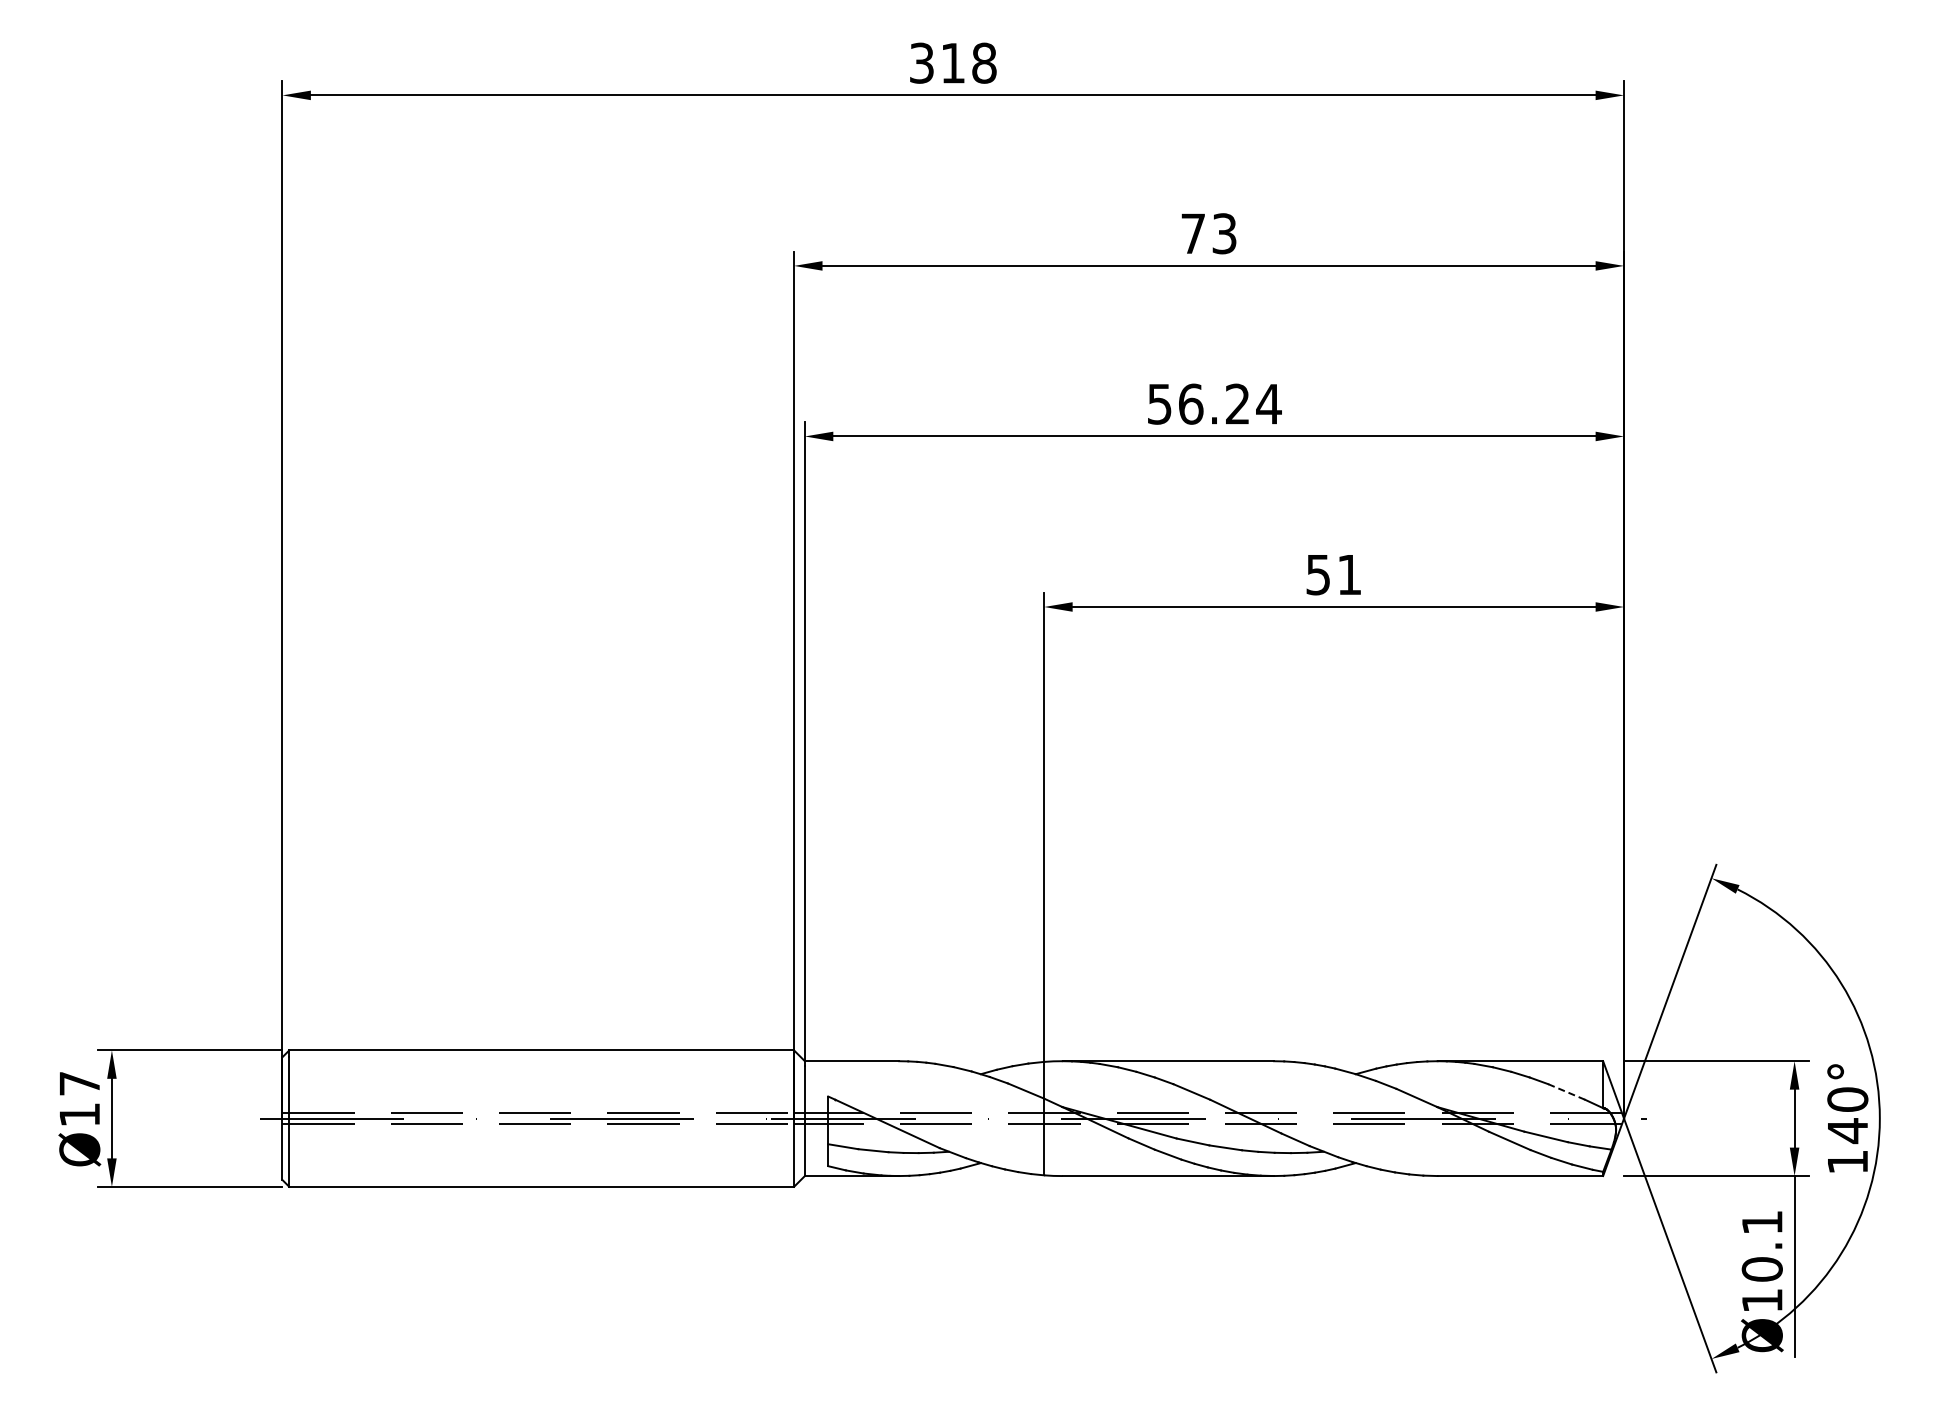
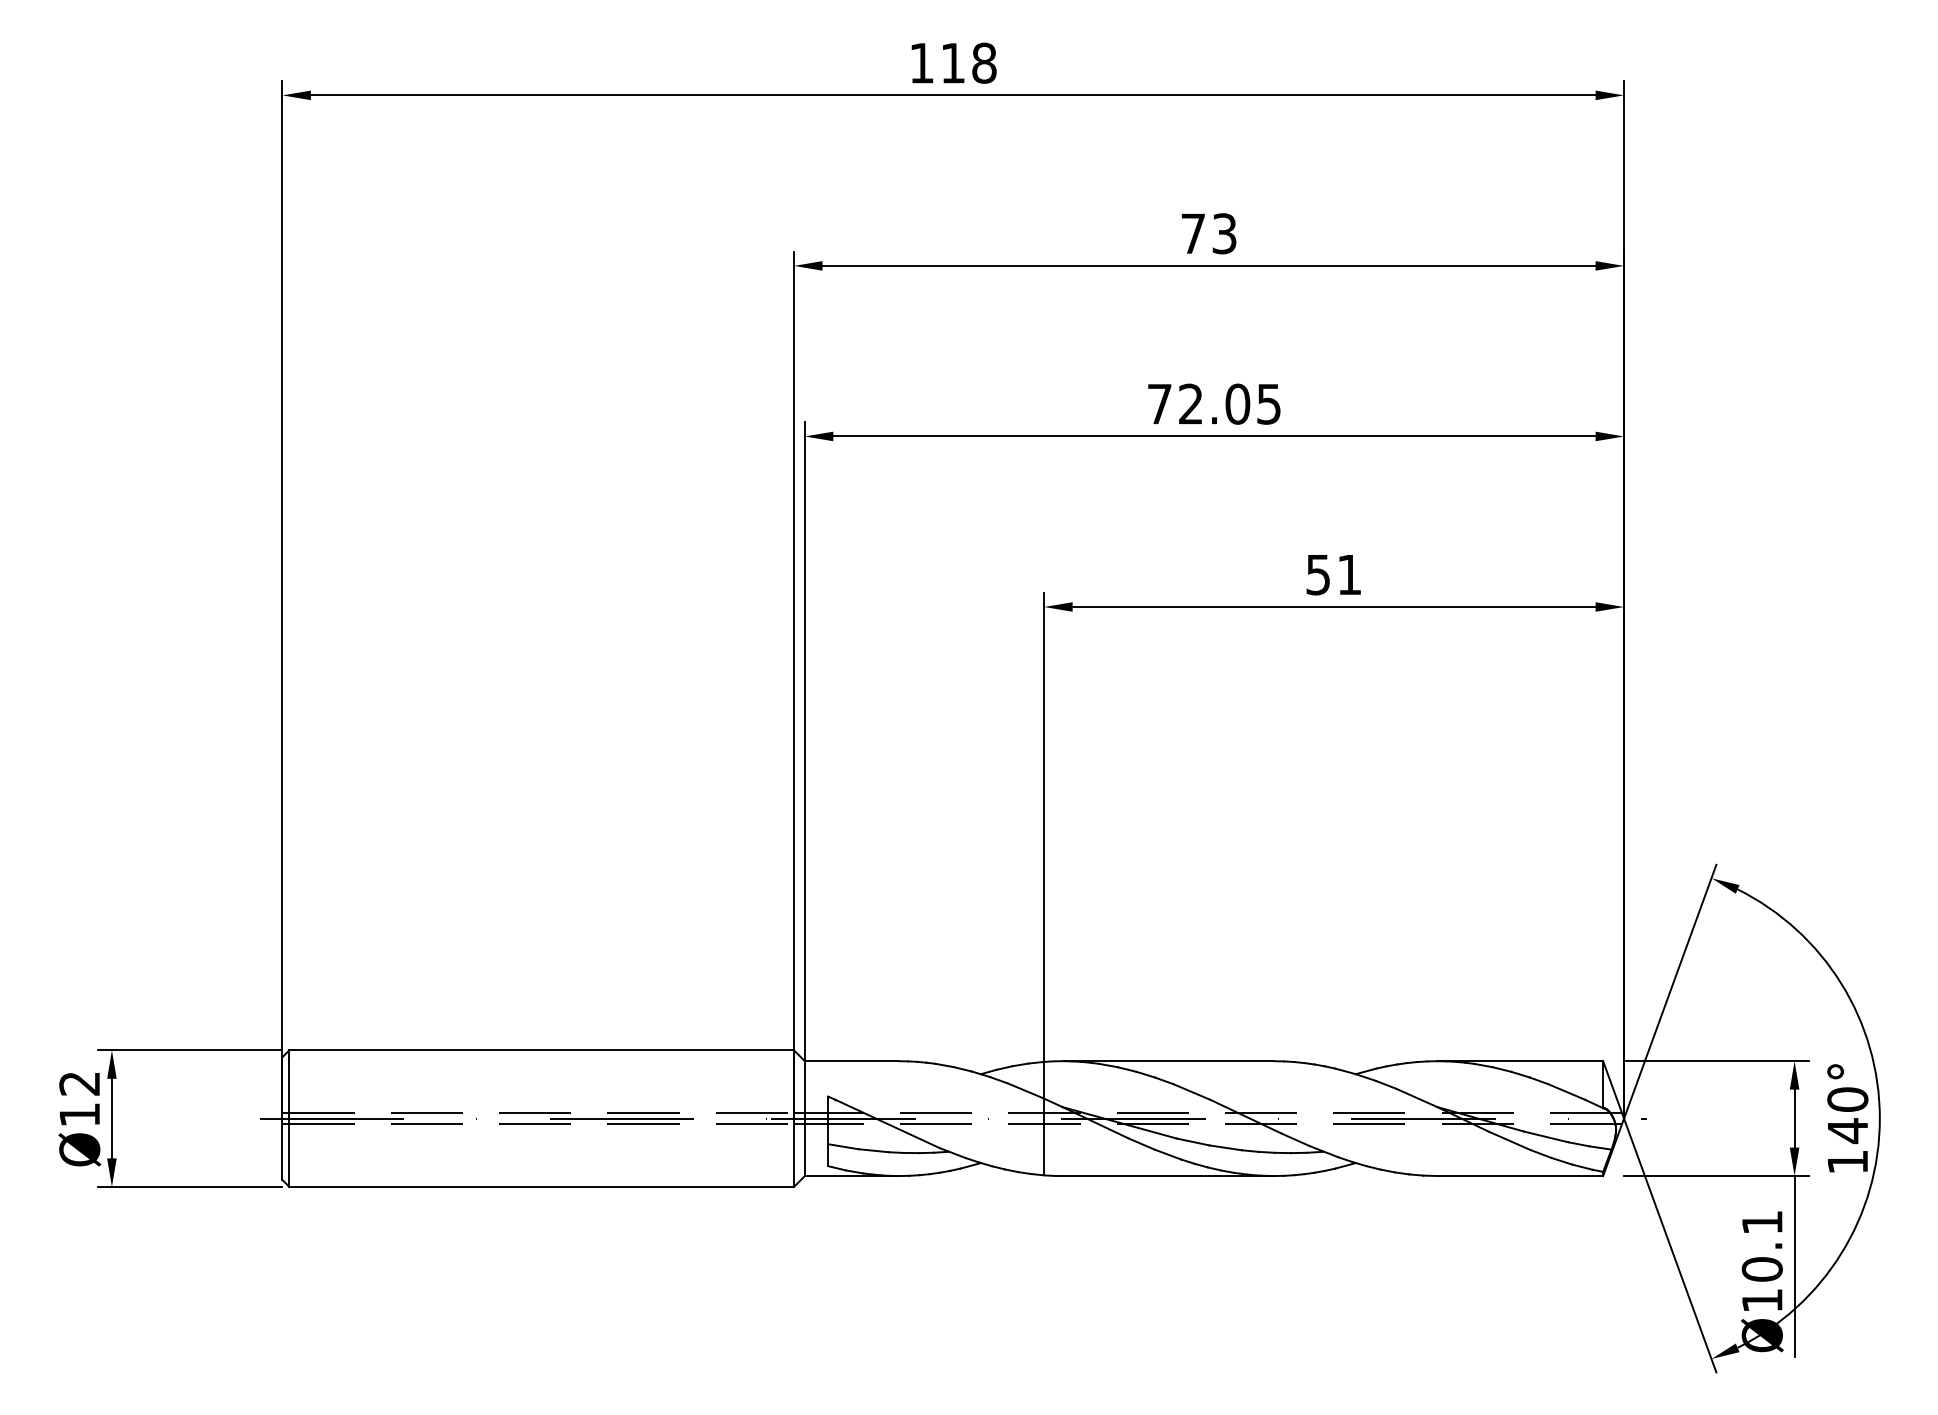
text at (921, 62): 318 -> 118
text at (1214, 403): 56.24 -> 72.05
text at (79, 1083): Ø17 -> Ø12
line at (1566, 1091): dashed -> solid
